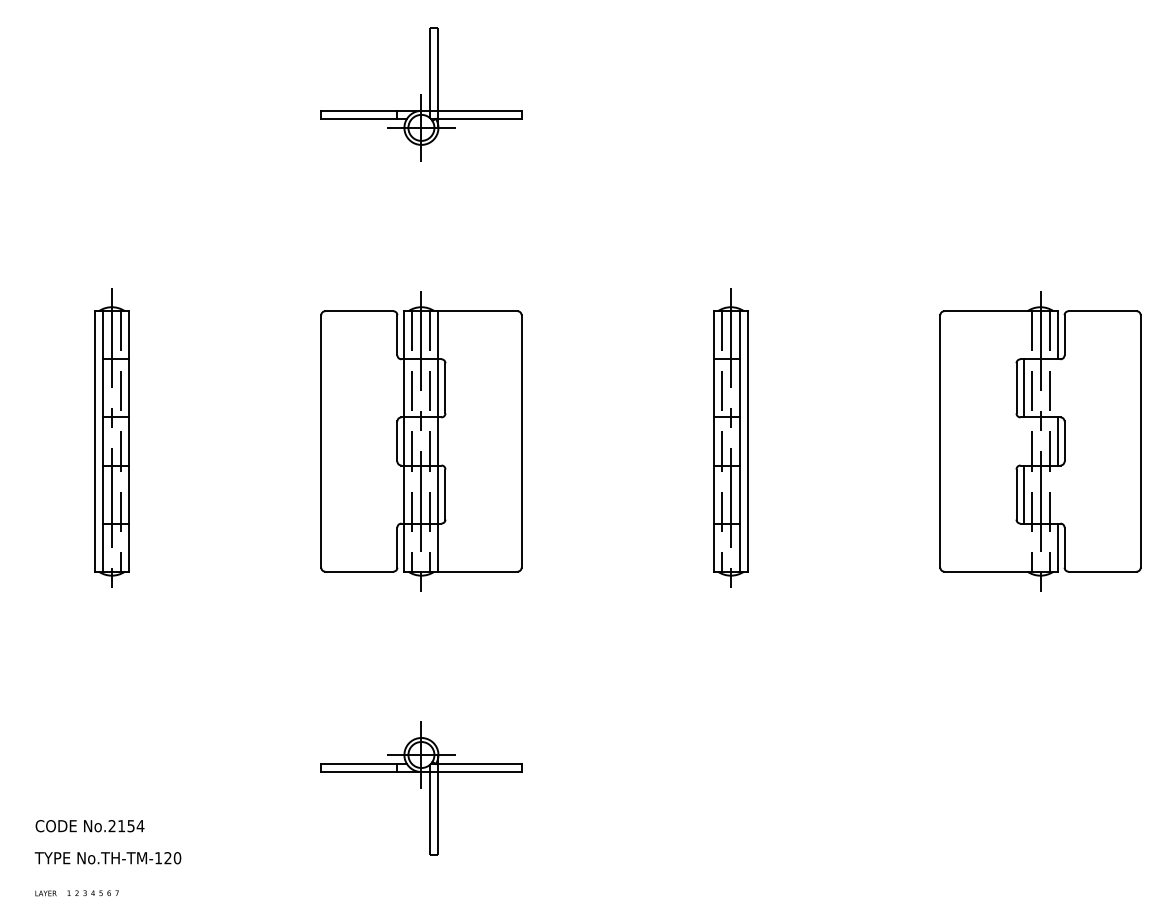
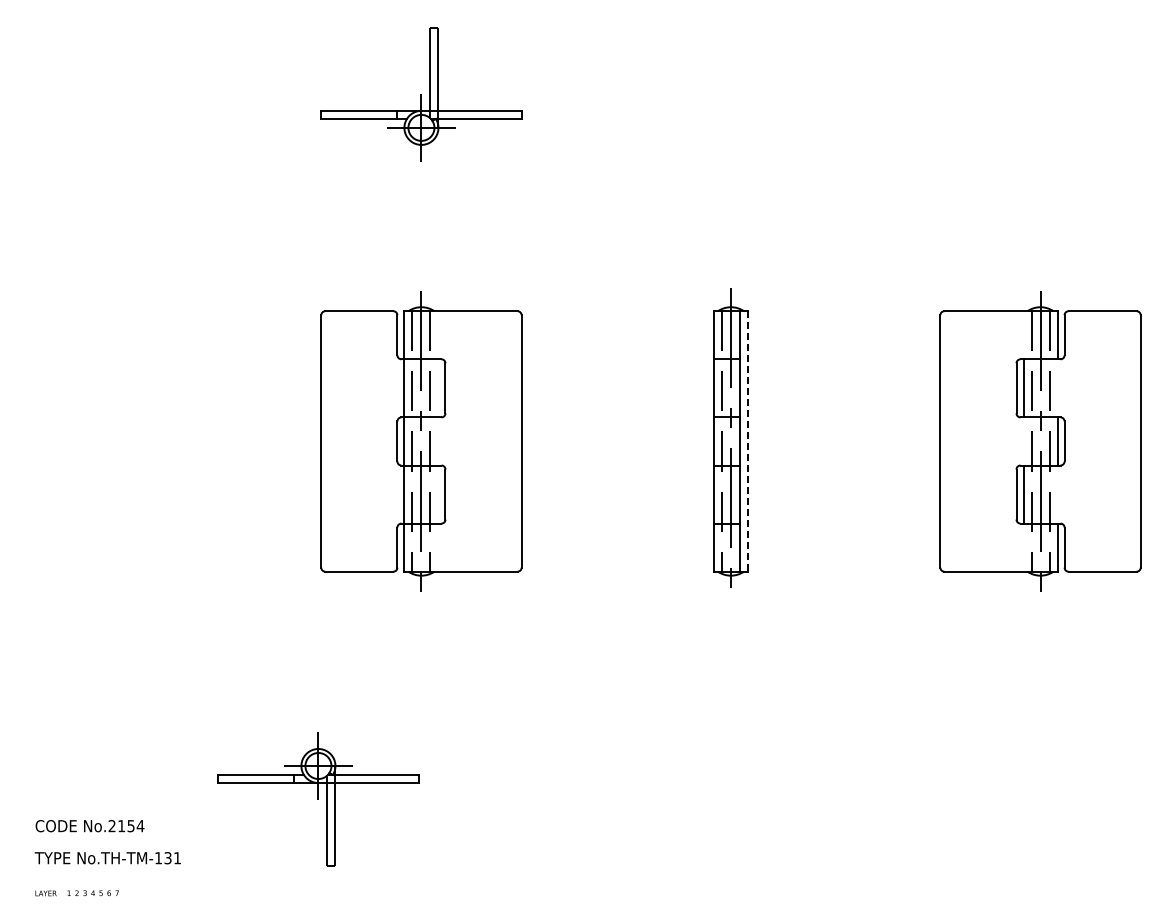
part at (111, 437): present -> none
line at (438, 441): present -> none
line at (748, 441): solid -> dashed
part at (421, 788) position: (421, 788) -> (318, 799)
text at (172, 858): No.TH-TM-120 -> No.TH-TM-131
